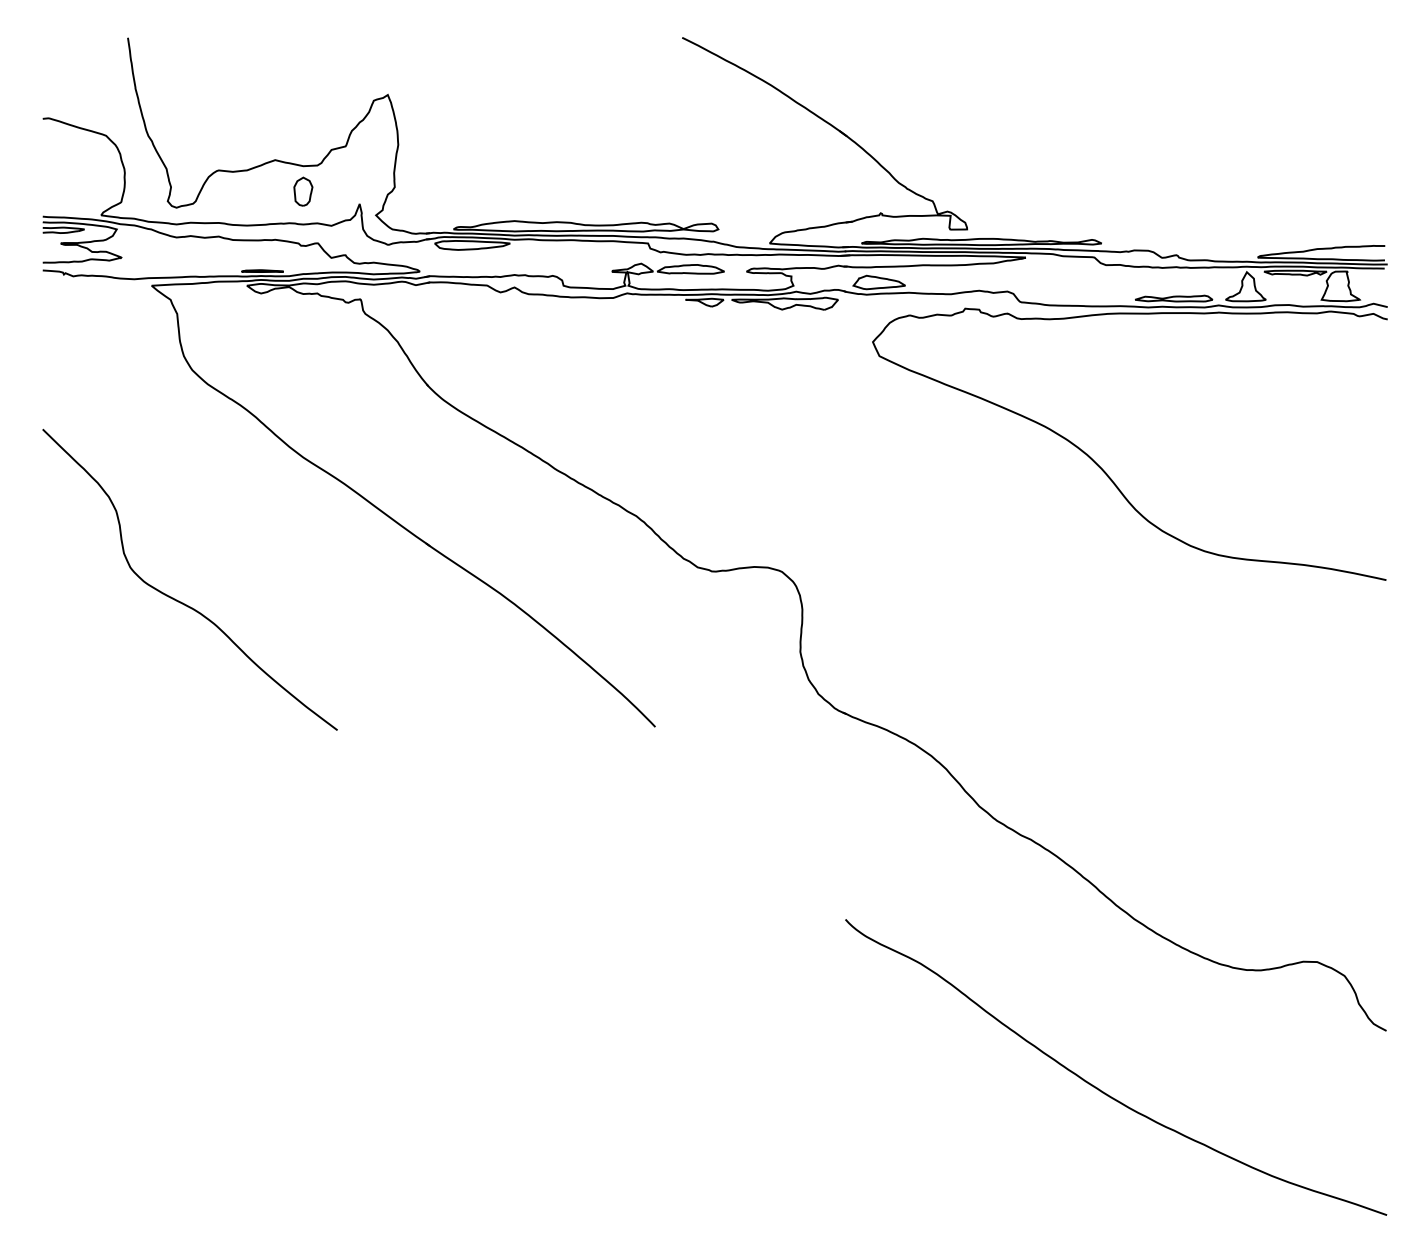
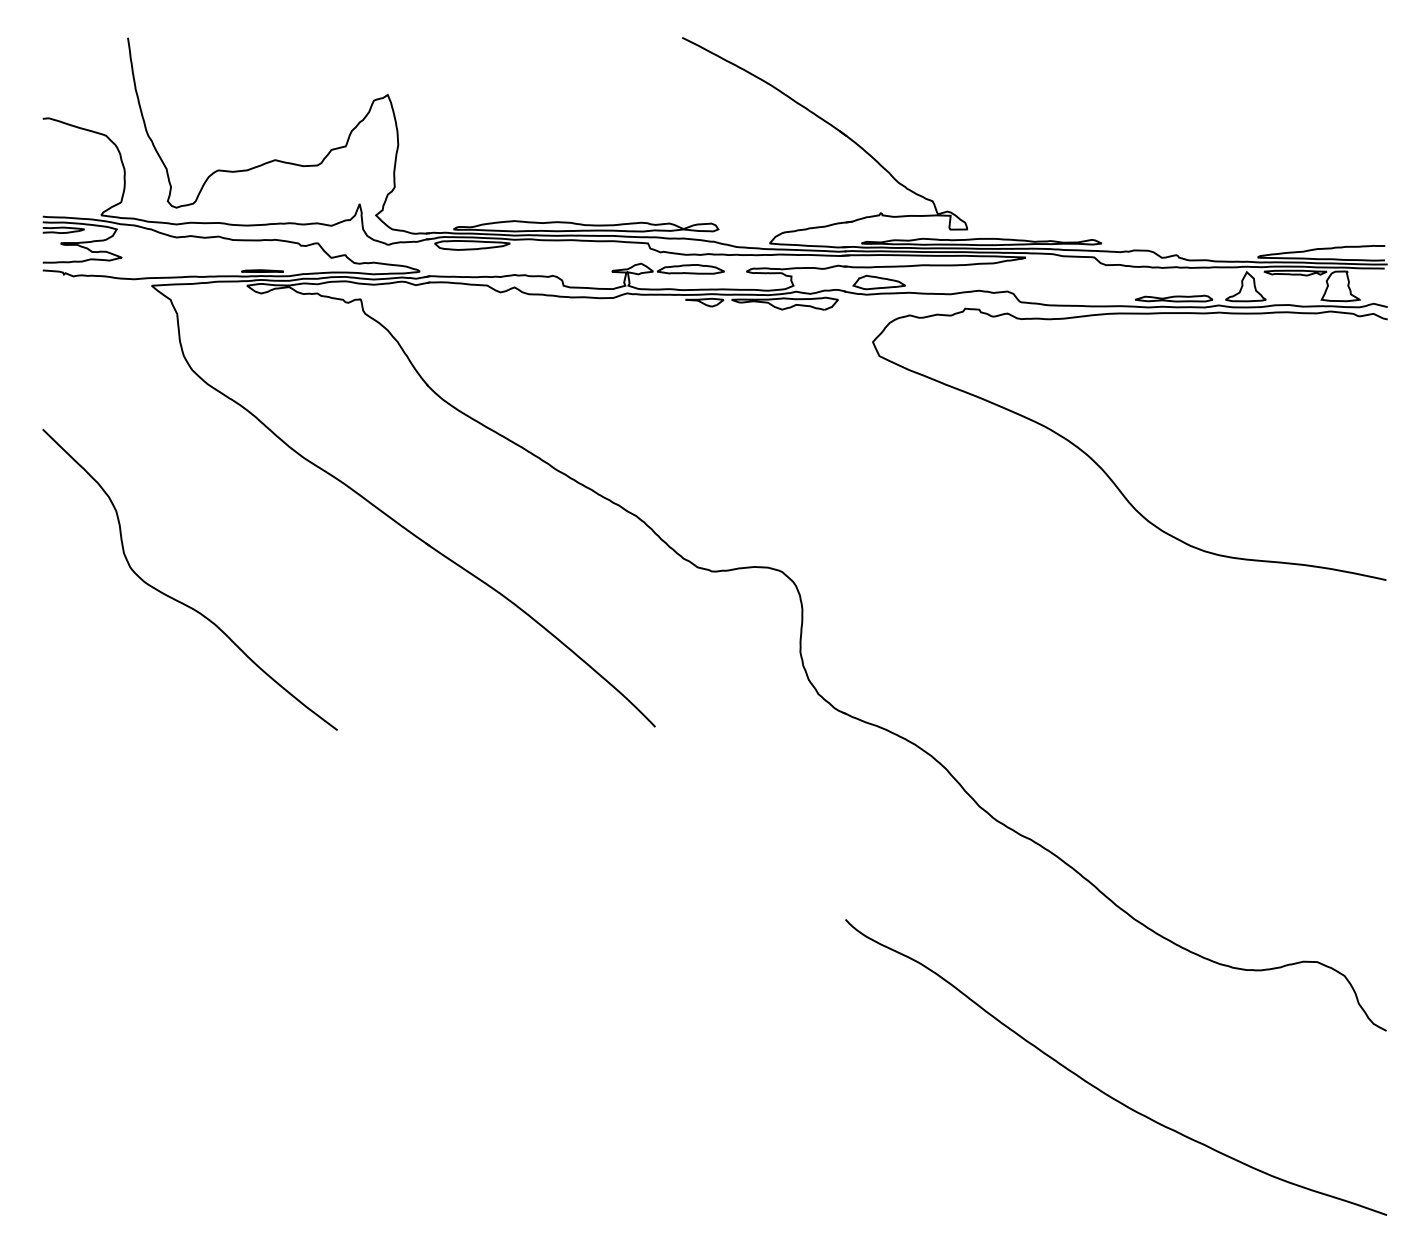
part at (303, 191): present -> none
